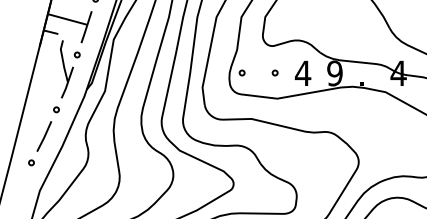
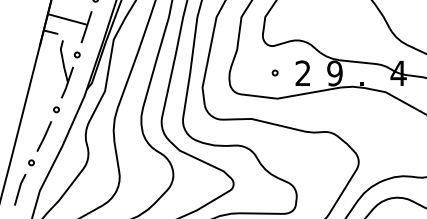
circle at (241, 72): present -> none
text at (302, 72): 4 -> 2
line at (20, 189): none -> present
